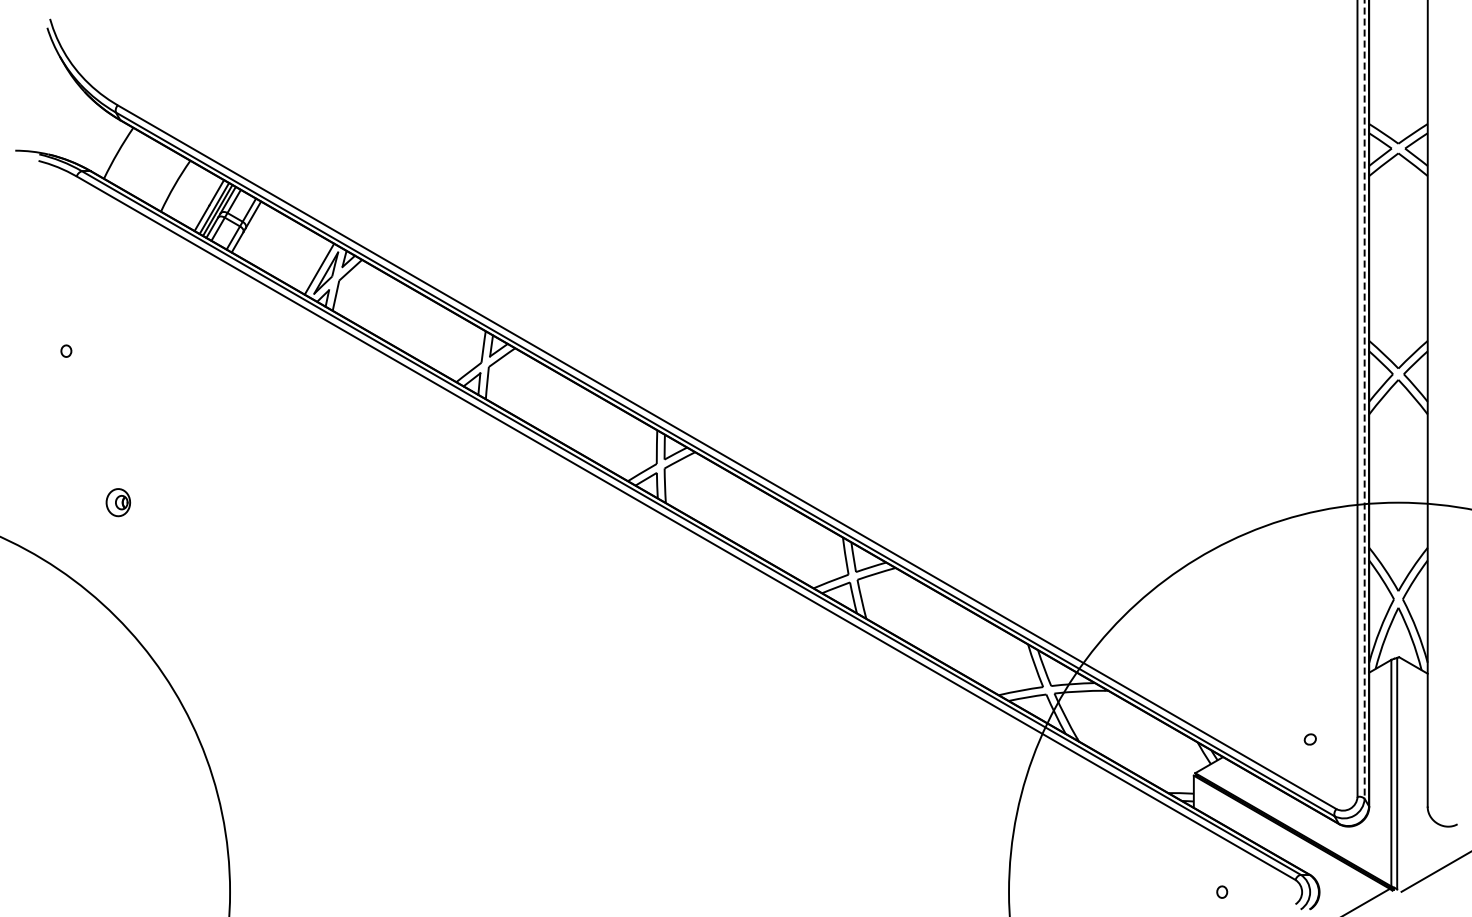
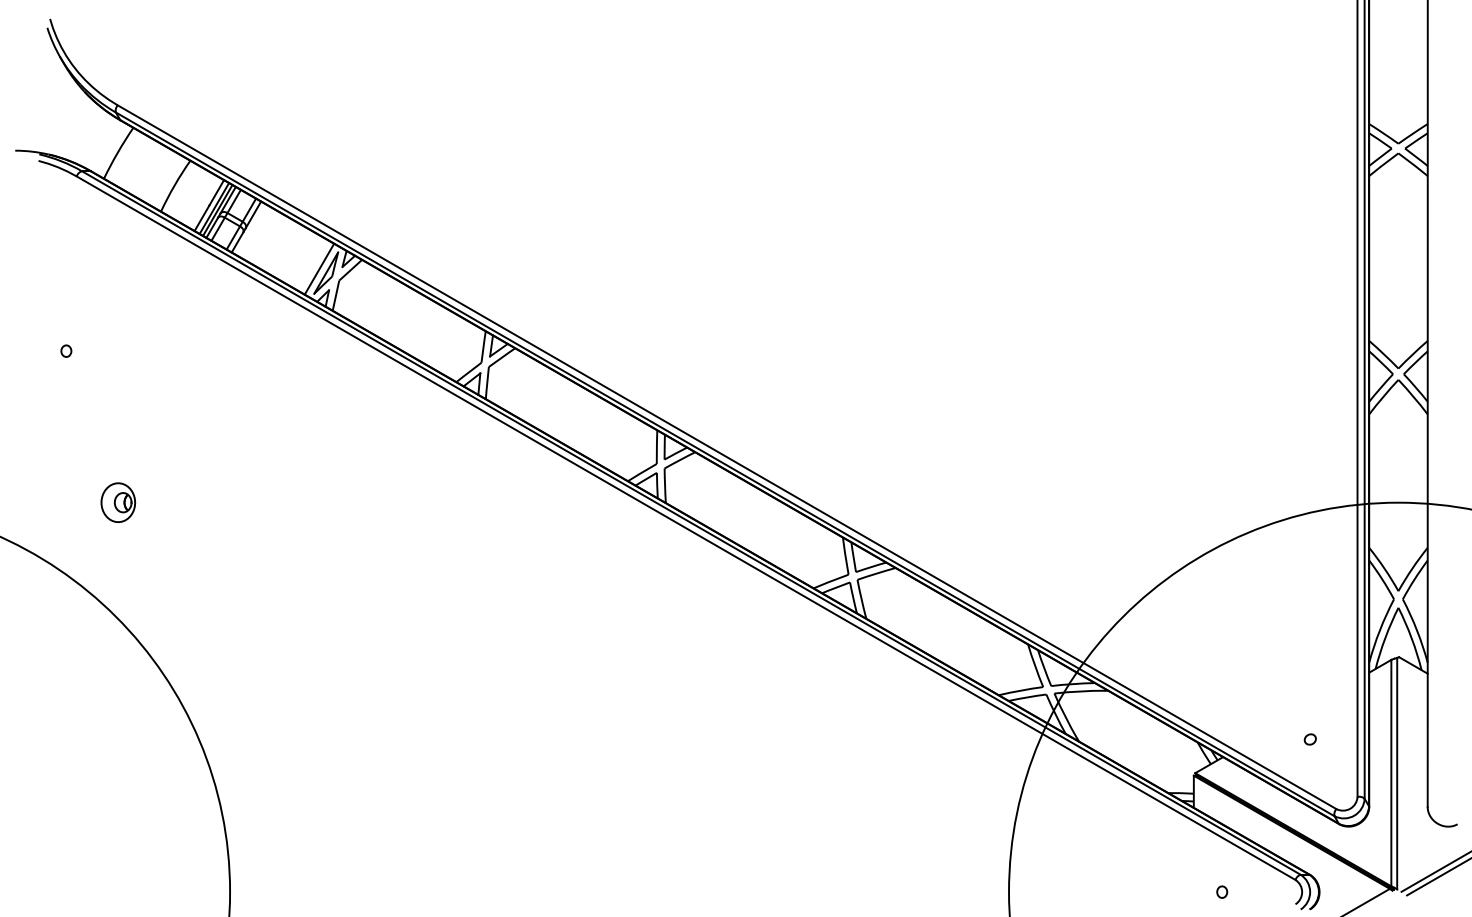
line at (1364, 400): dashed -> solid
part at (118, 502) size: 27x30 px -> 37x41 px
line at (1437, 877): none -> present
